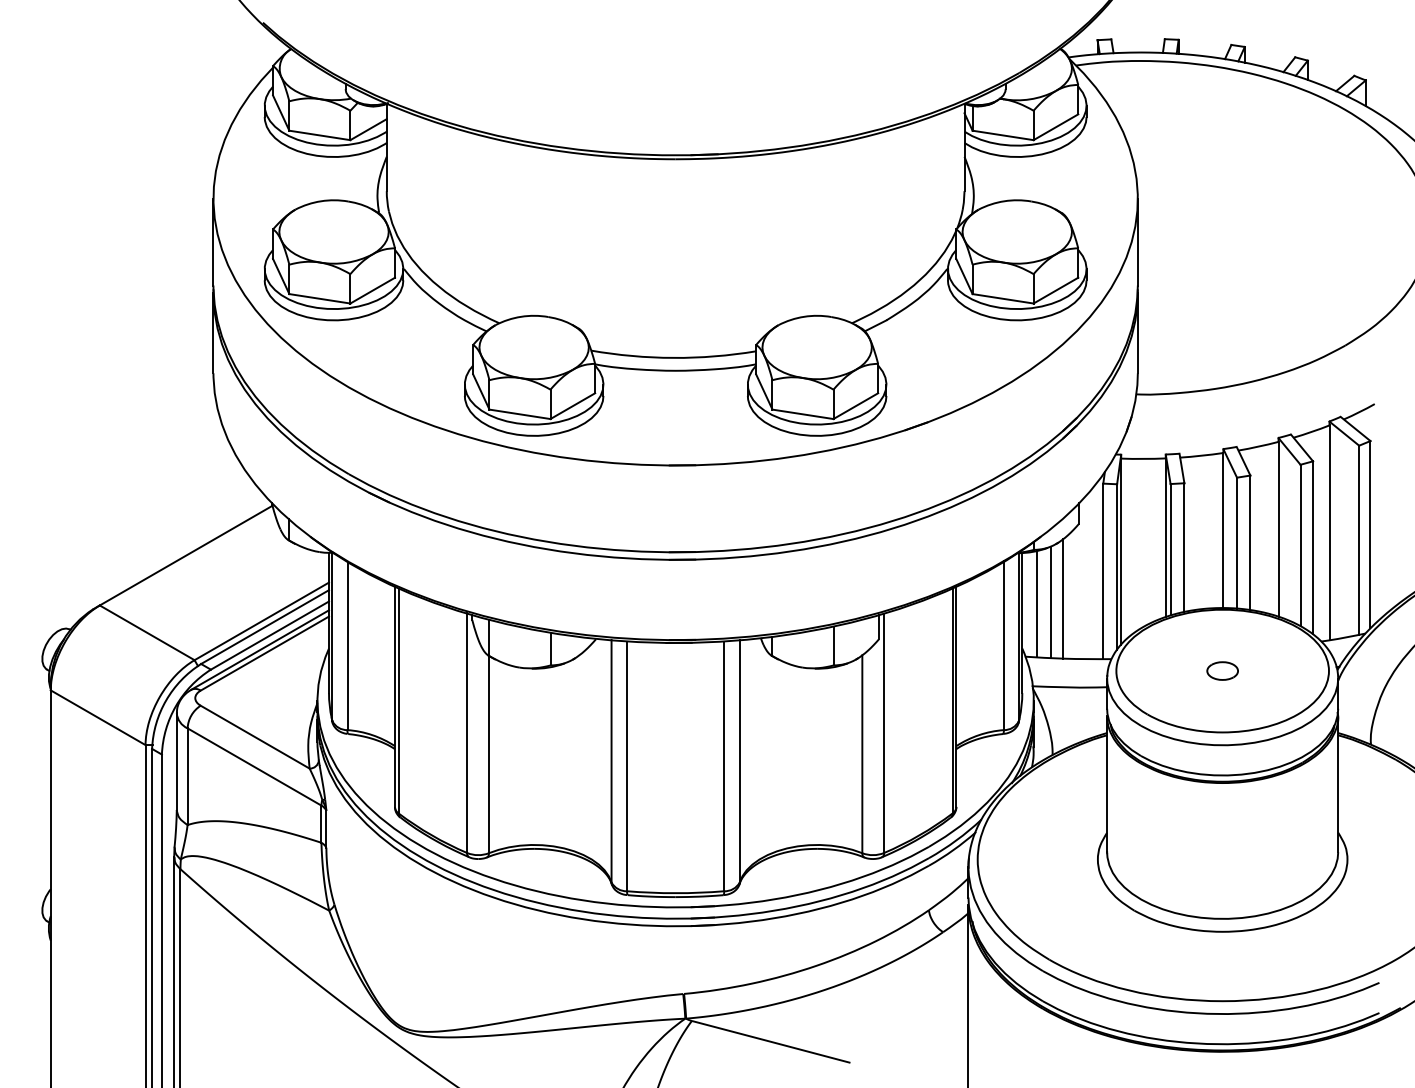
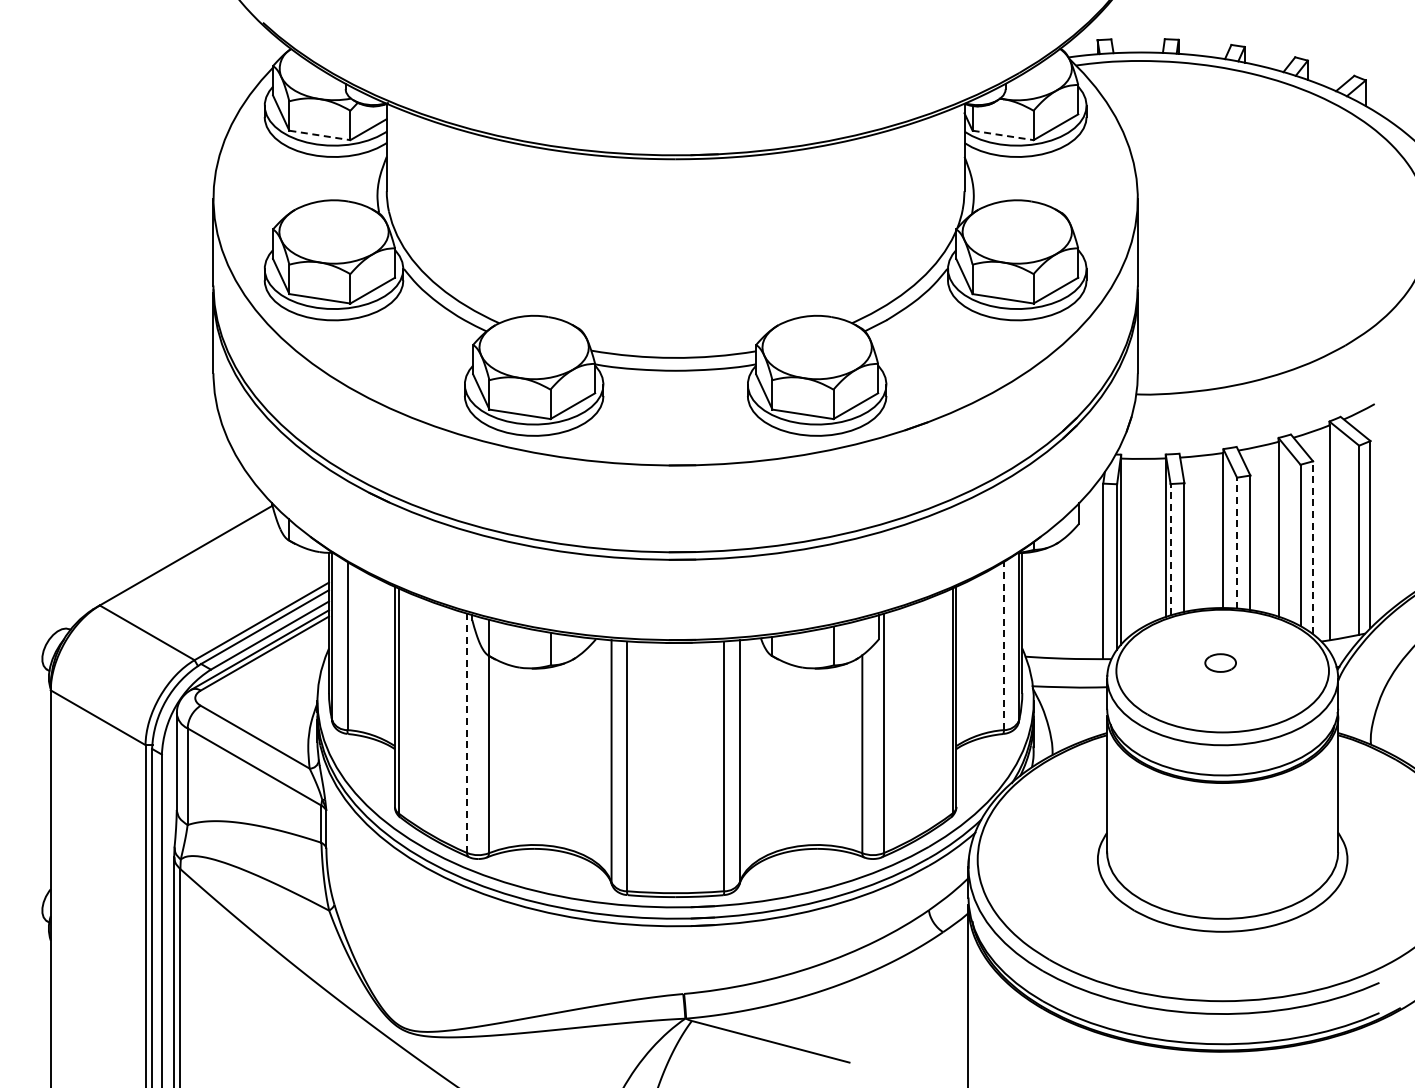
line at (319, 135): solid -> dashed
line at (1003, 135): solid -> dashed
line at (1237, 542): solid -> dashed
line at (1313, 547): solid -> dashed
line at (1170, 549): solid -> dashed
line at (1063, 598): present -> none
line at (1050, 602): present -> none
line at (1037, 604): present -> none
line at (1003, 645): solid -> dashed
part at (1222, 670) position: (1222, 670) -> (1220, 662)
line at (467, 733): solid -> dashed
